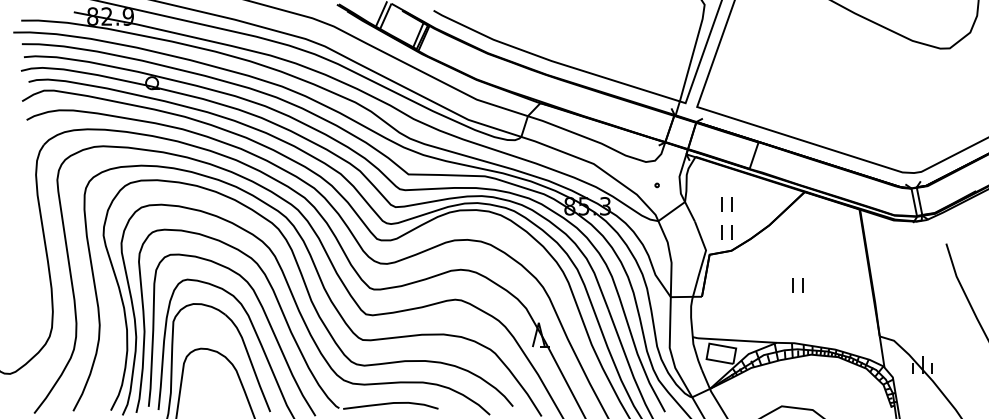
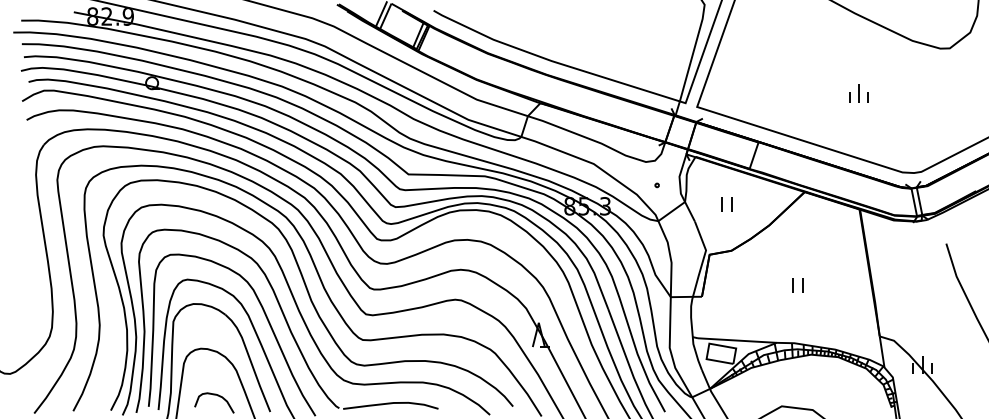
part at (858, 93): none -> present
part at (726, 232): present -> none
curve at (217, 396): none -> present
